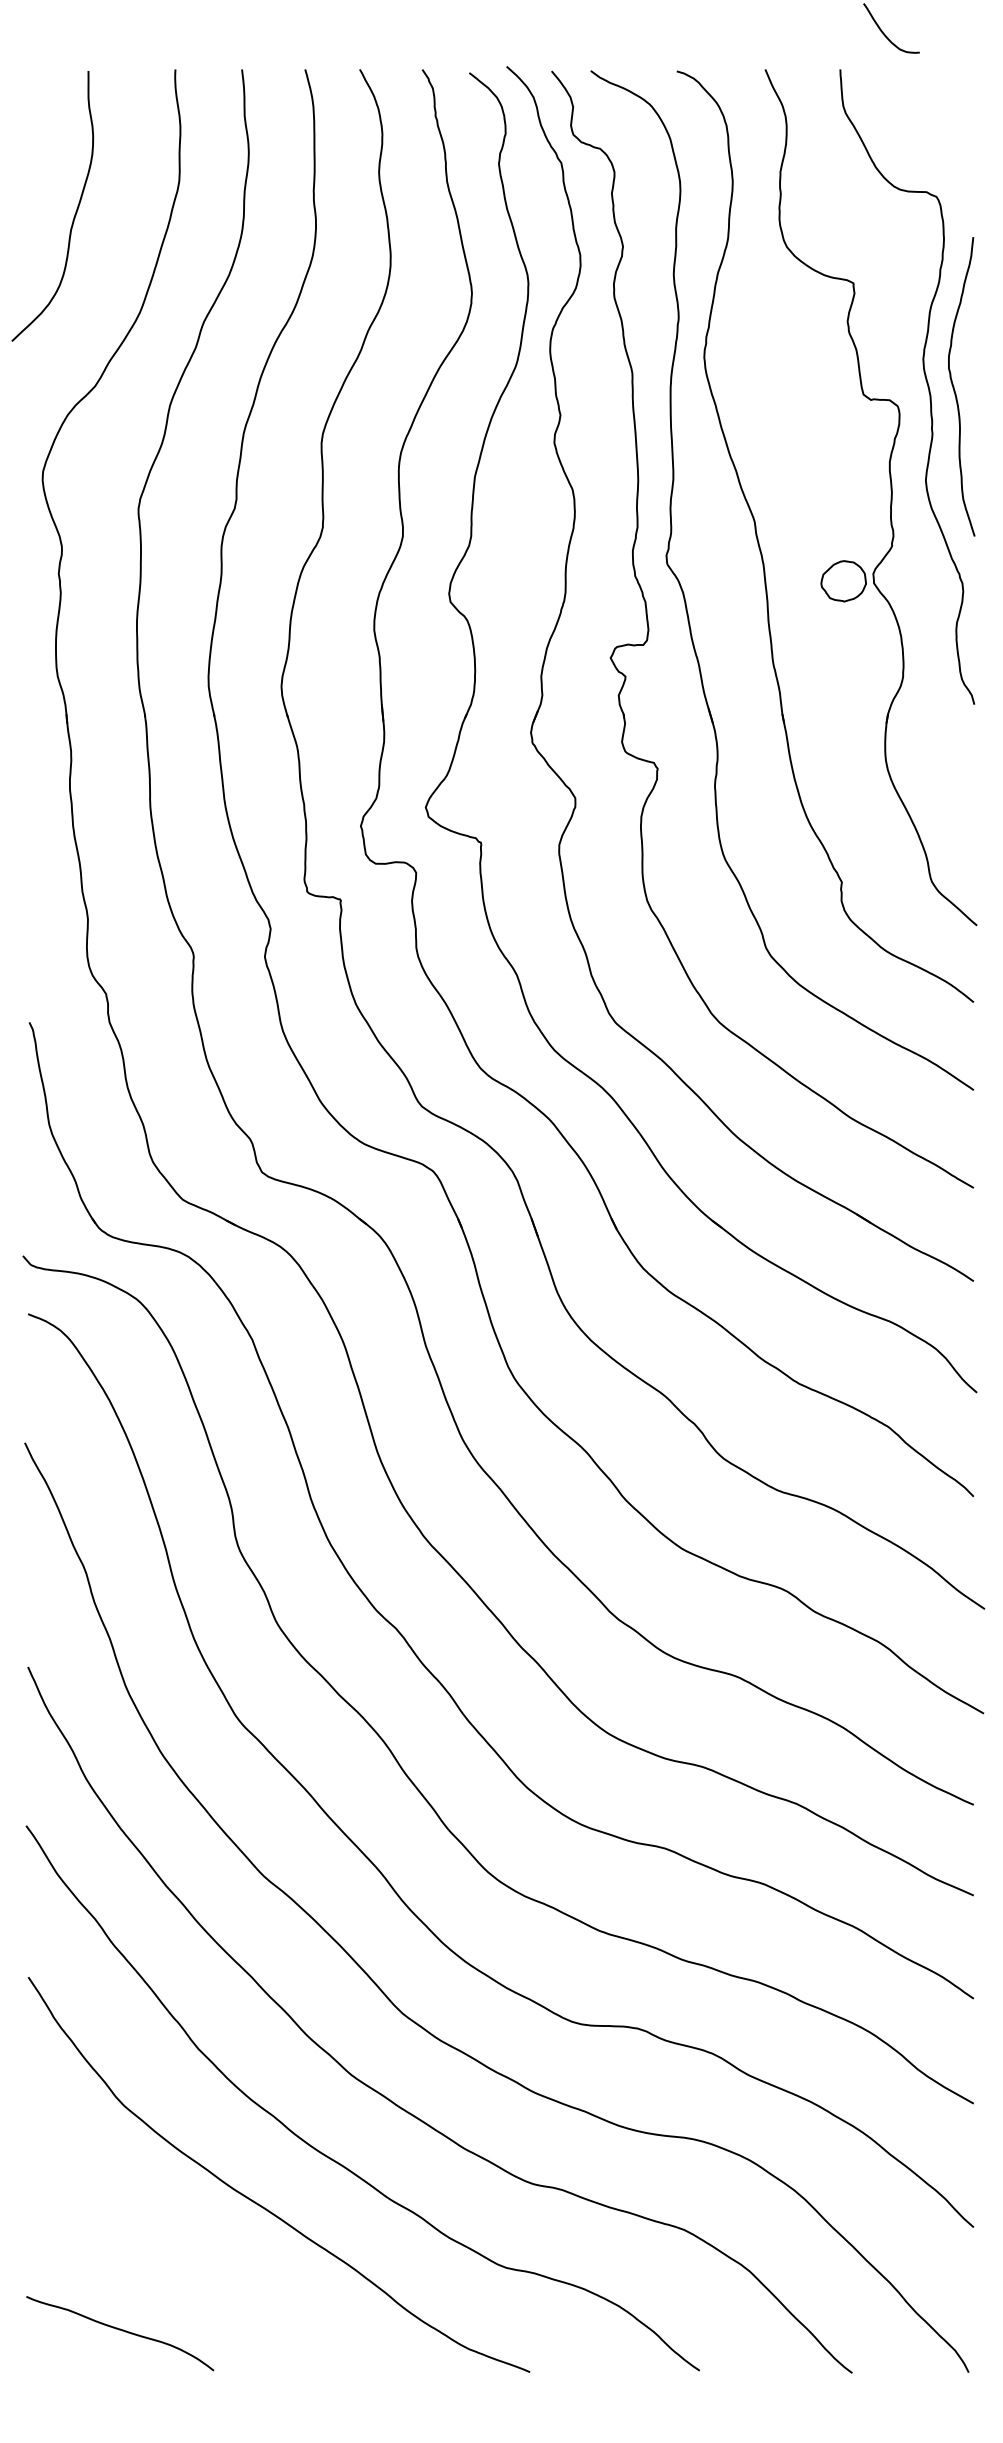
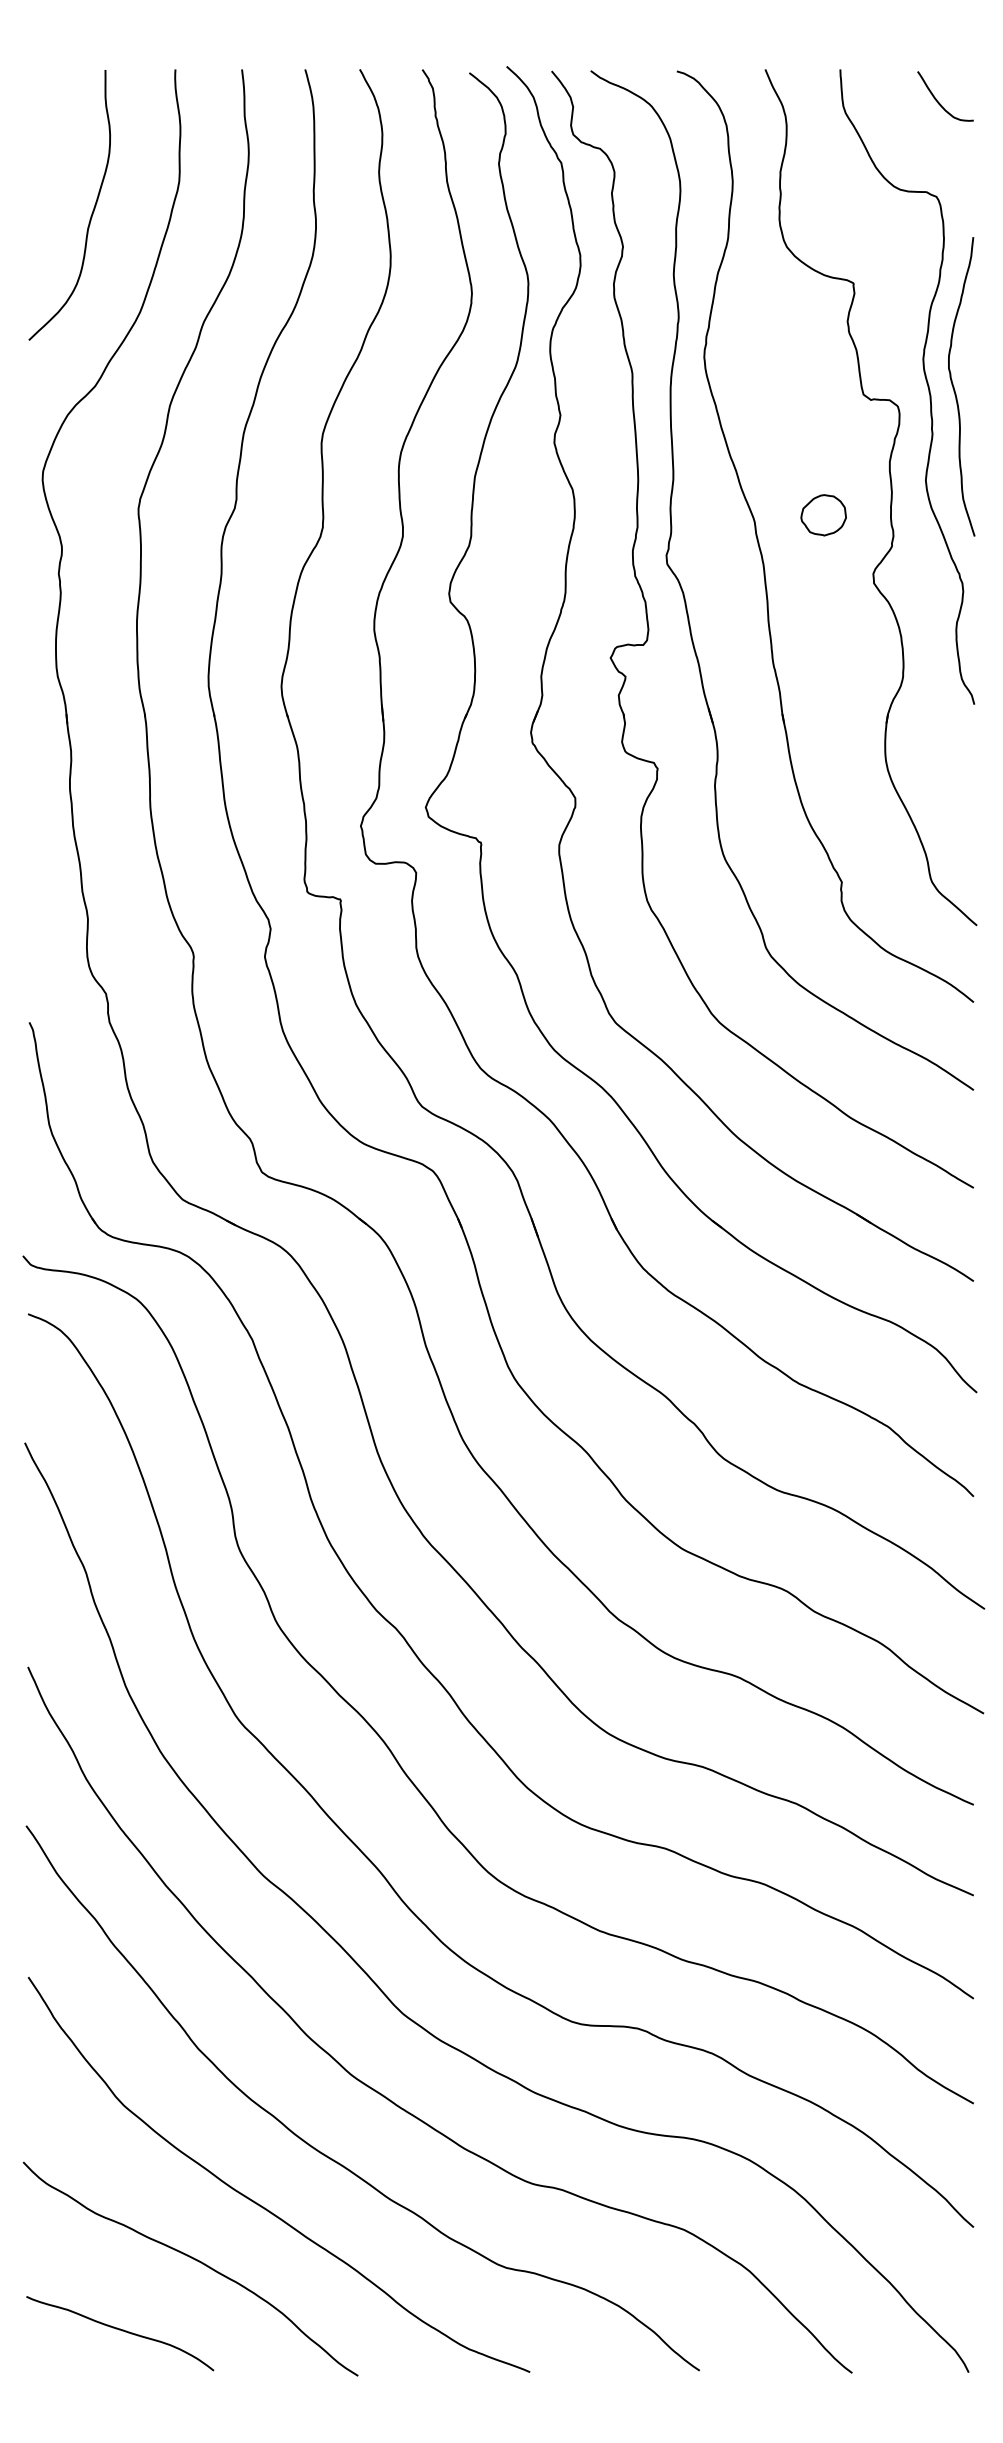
curve at (885, 34) position: (885, 34) -> (939, 102)
curve at (74, 214) position: (74, 214) -> (91, 213)
part at (843, 581) position: (843, 581) -> (823, 515)
curve at (195, 2260): none -> present
